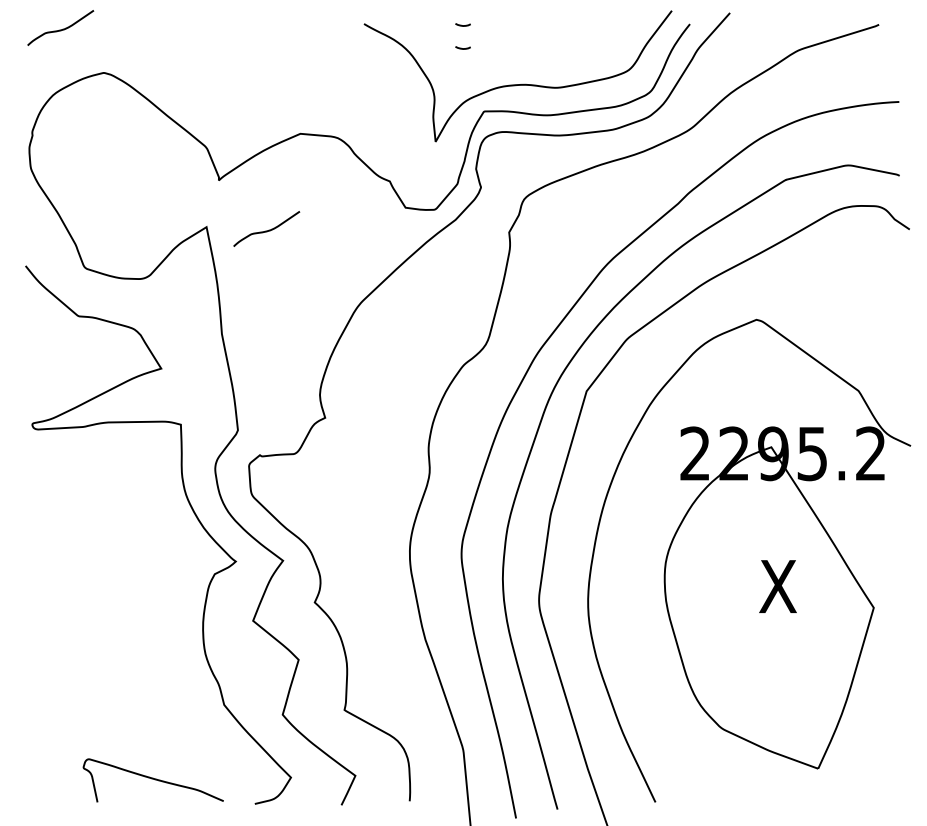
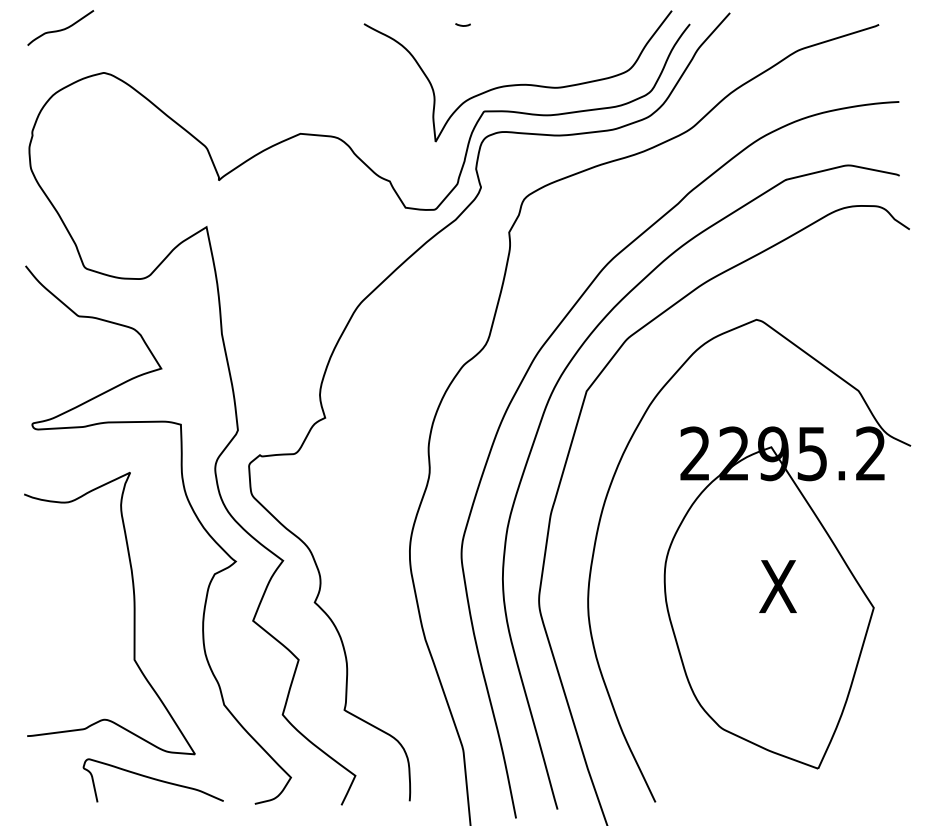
curve at (461, 47): present -> none
curve at (266, 230): present -> none
curve at (133, 613): none -> present
